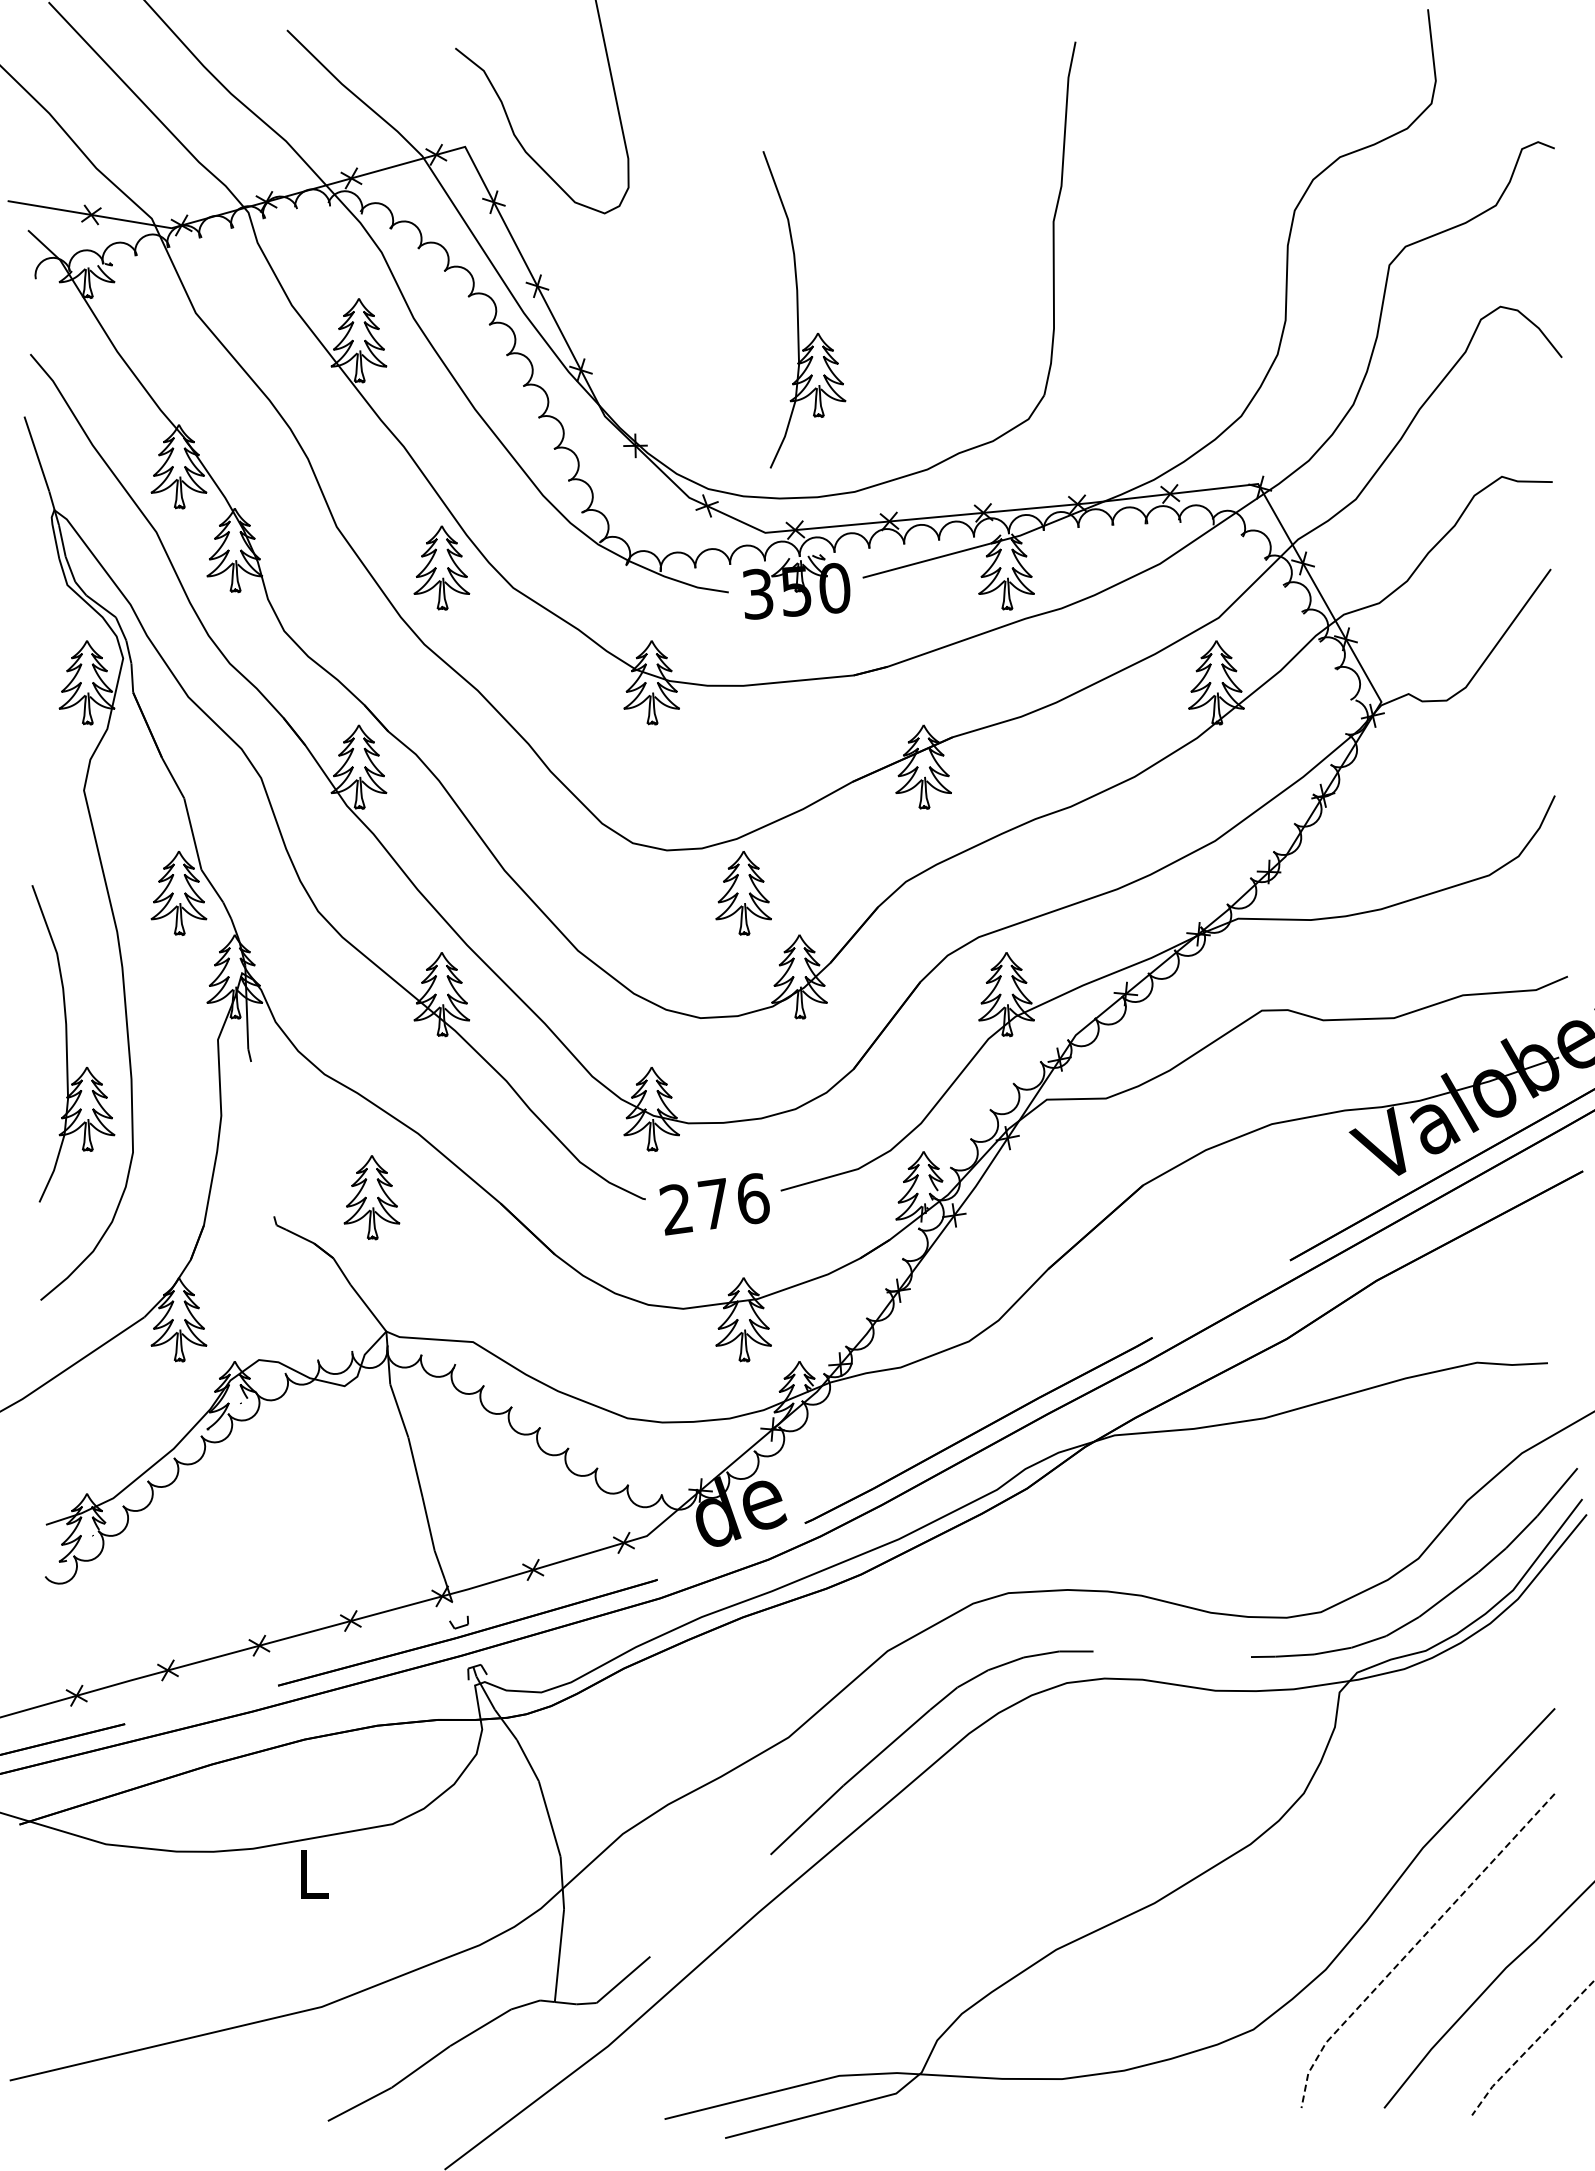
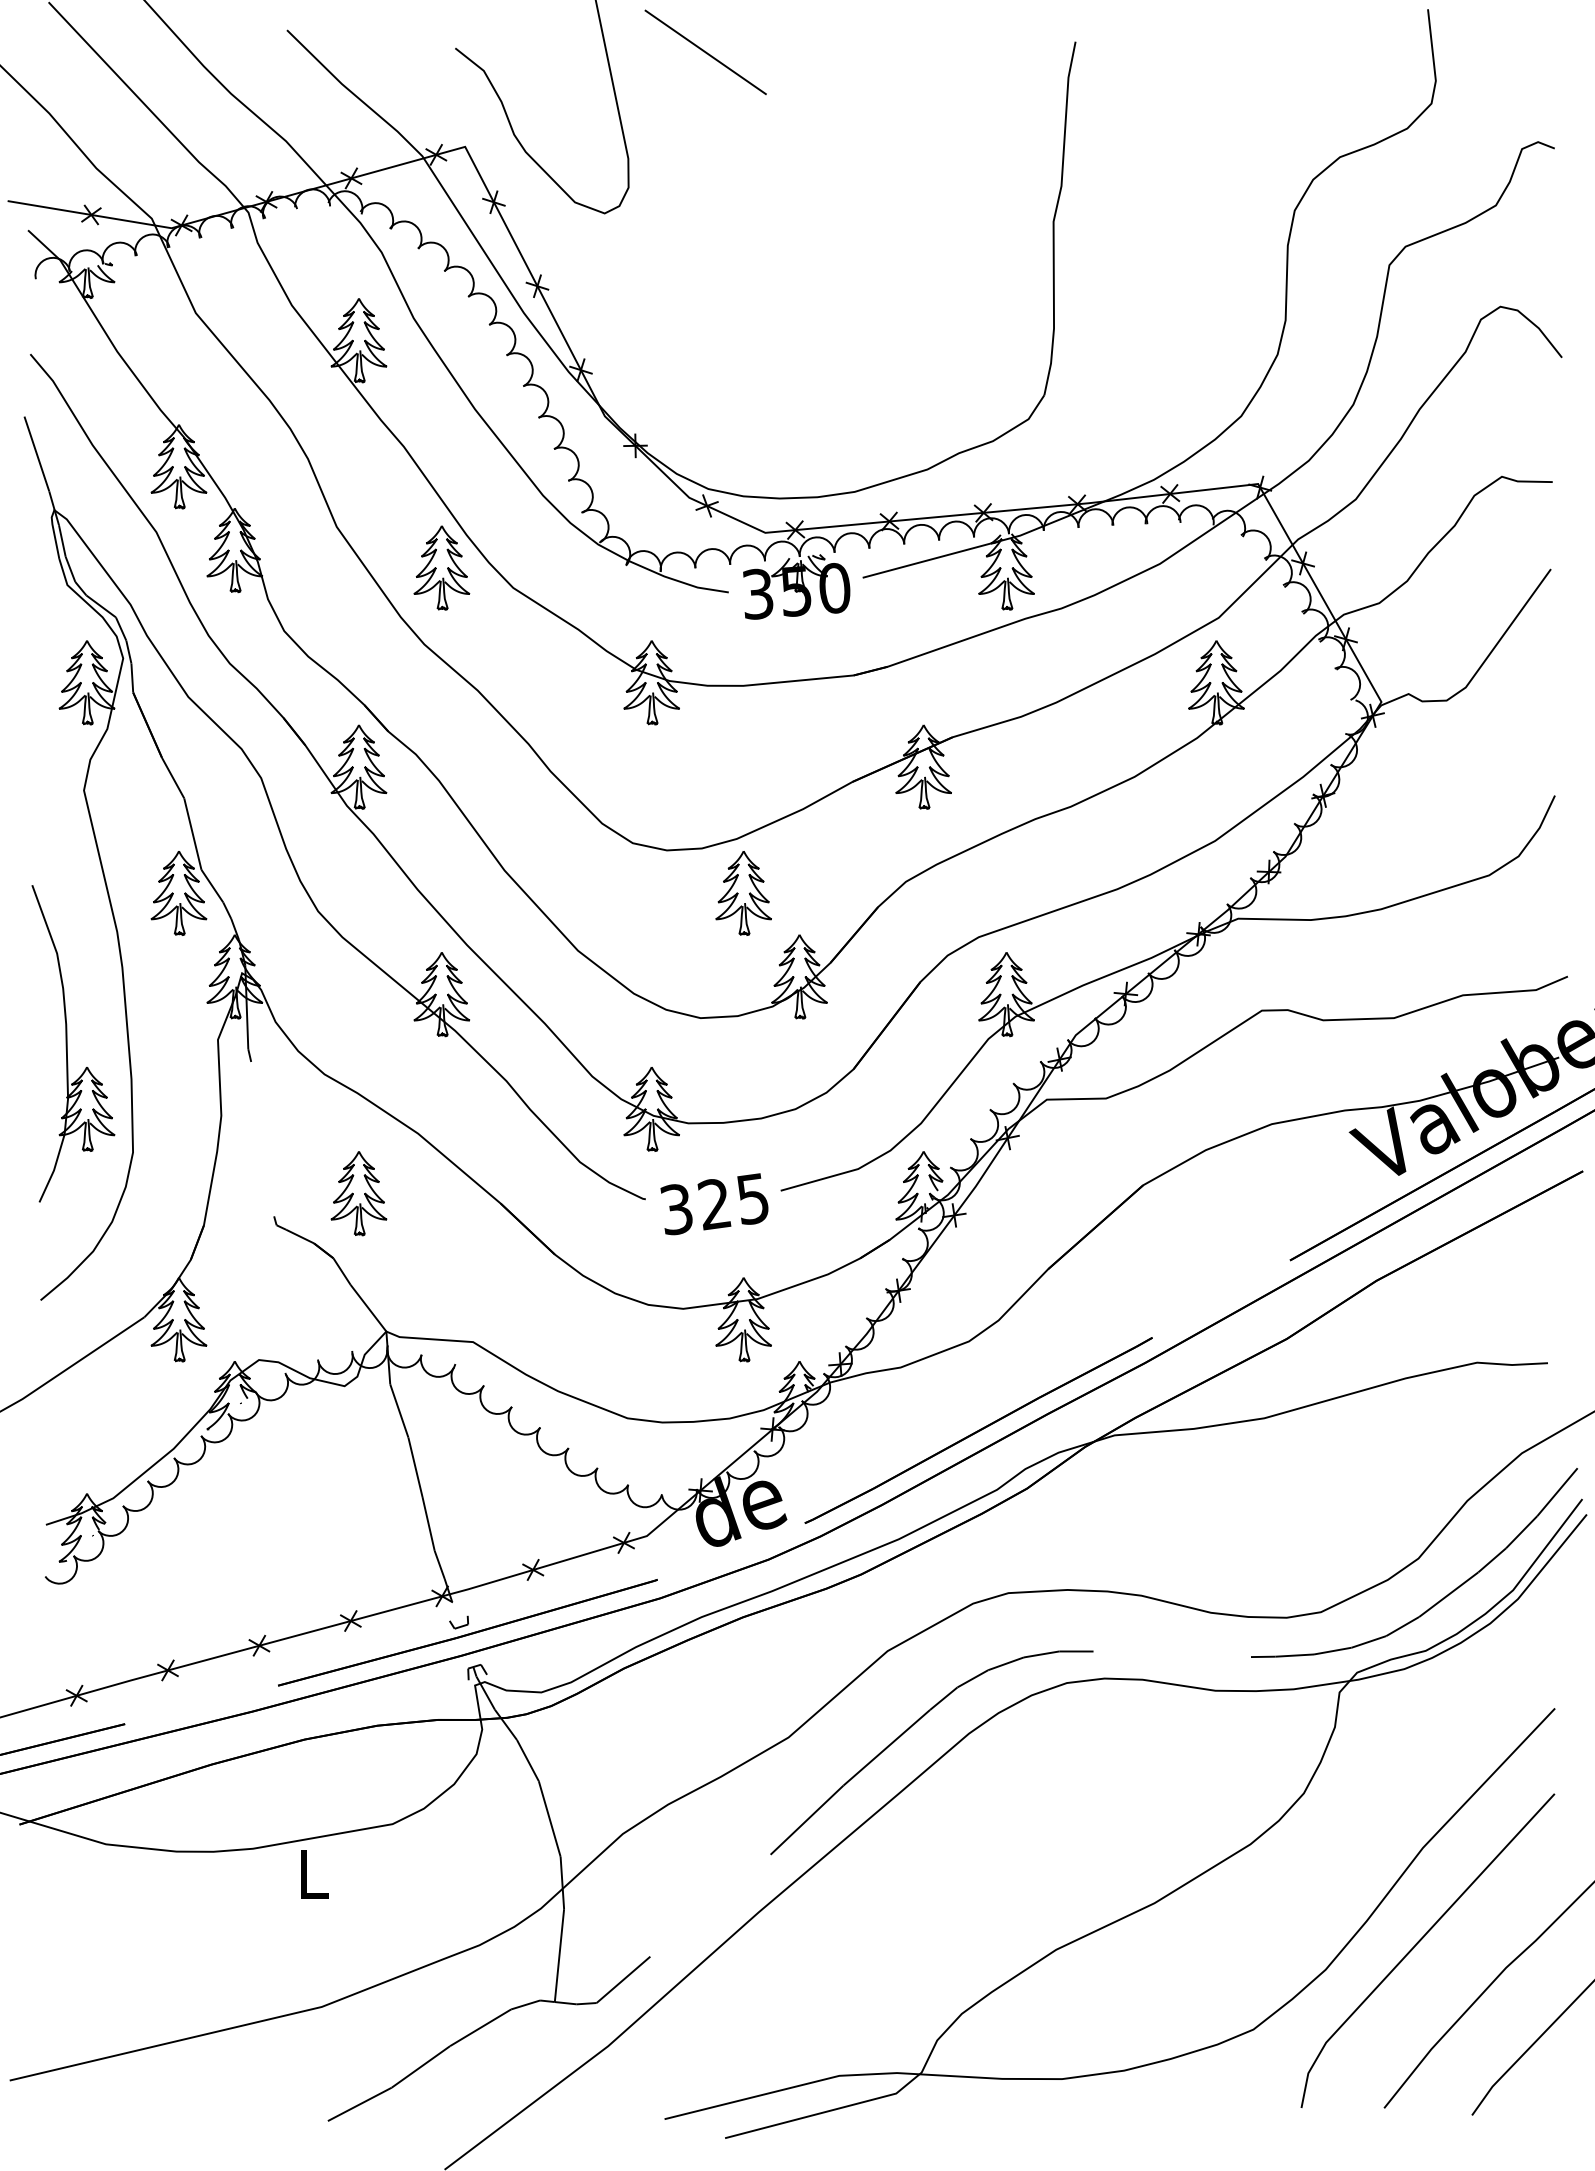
line at (705, 52): none -> present
part at (804, 309): present -> none
part at (371, 1197) position: (371, 1197) -> (358, 1193)
text at (714, 1204): 276 -> 325
line at (1415, 1945): dashed -> solid
line at (1530, 2047): dashed -> solid
